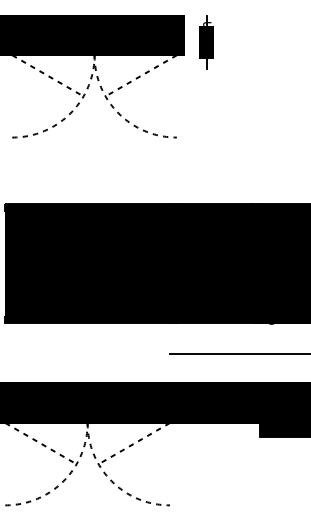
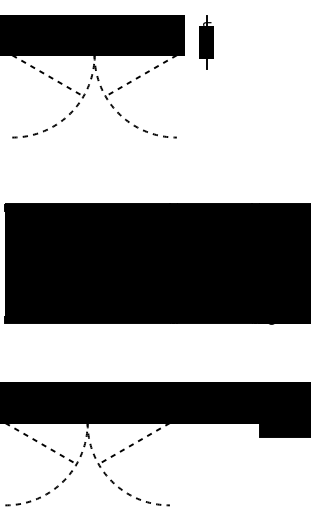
line at (238, 353): present -> none
